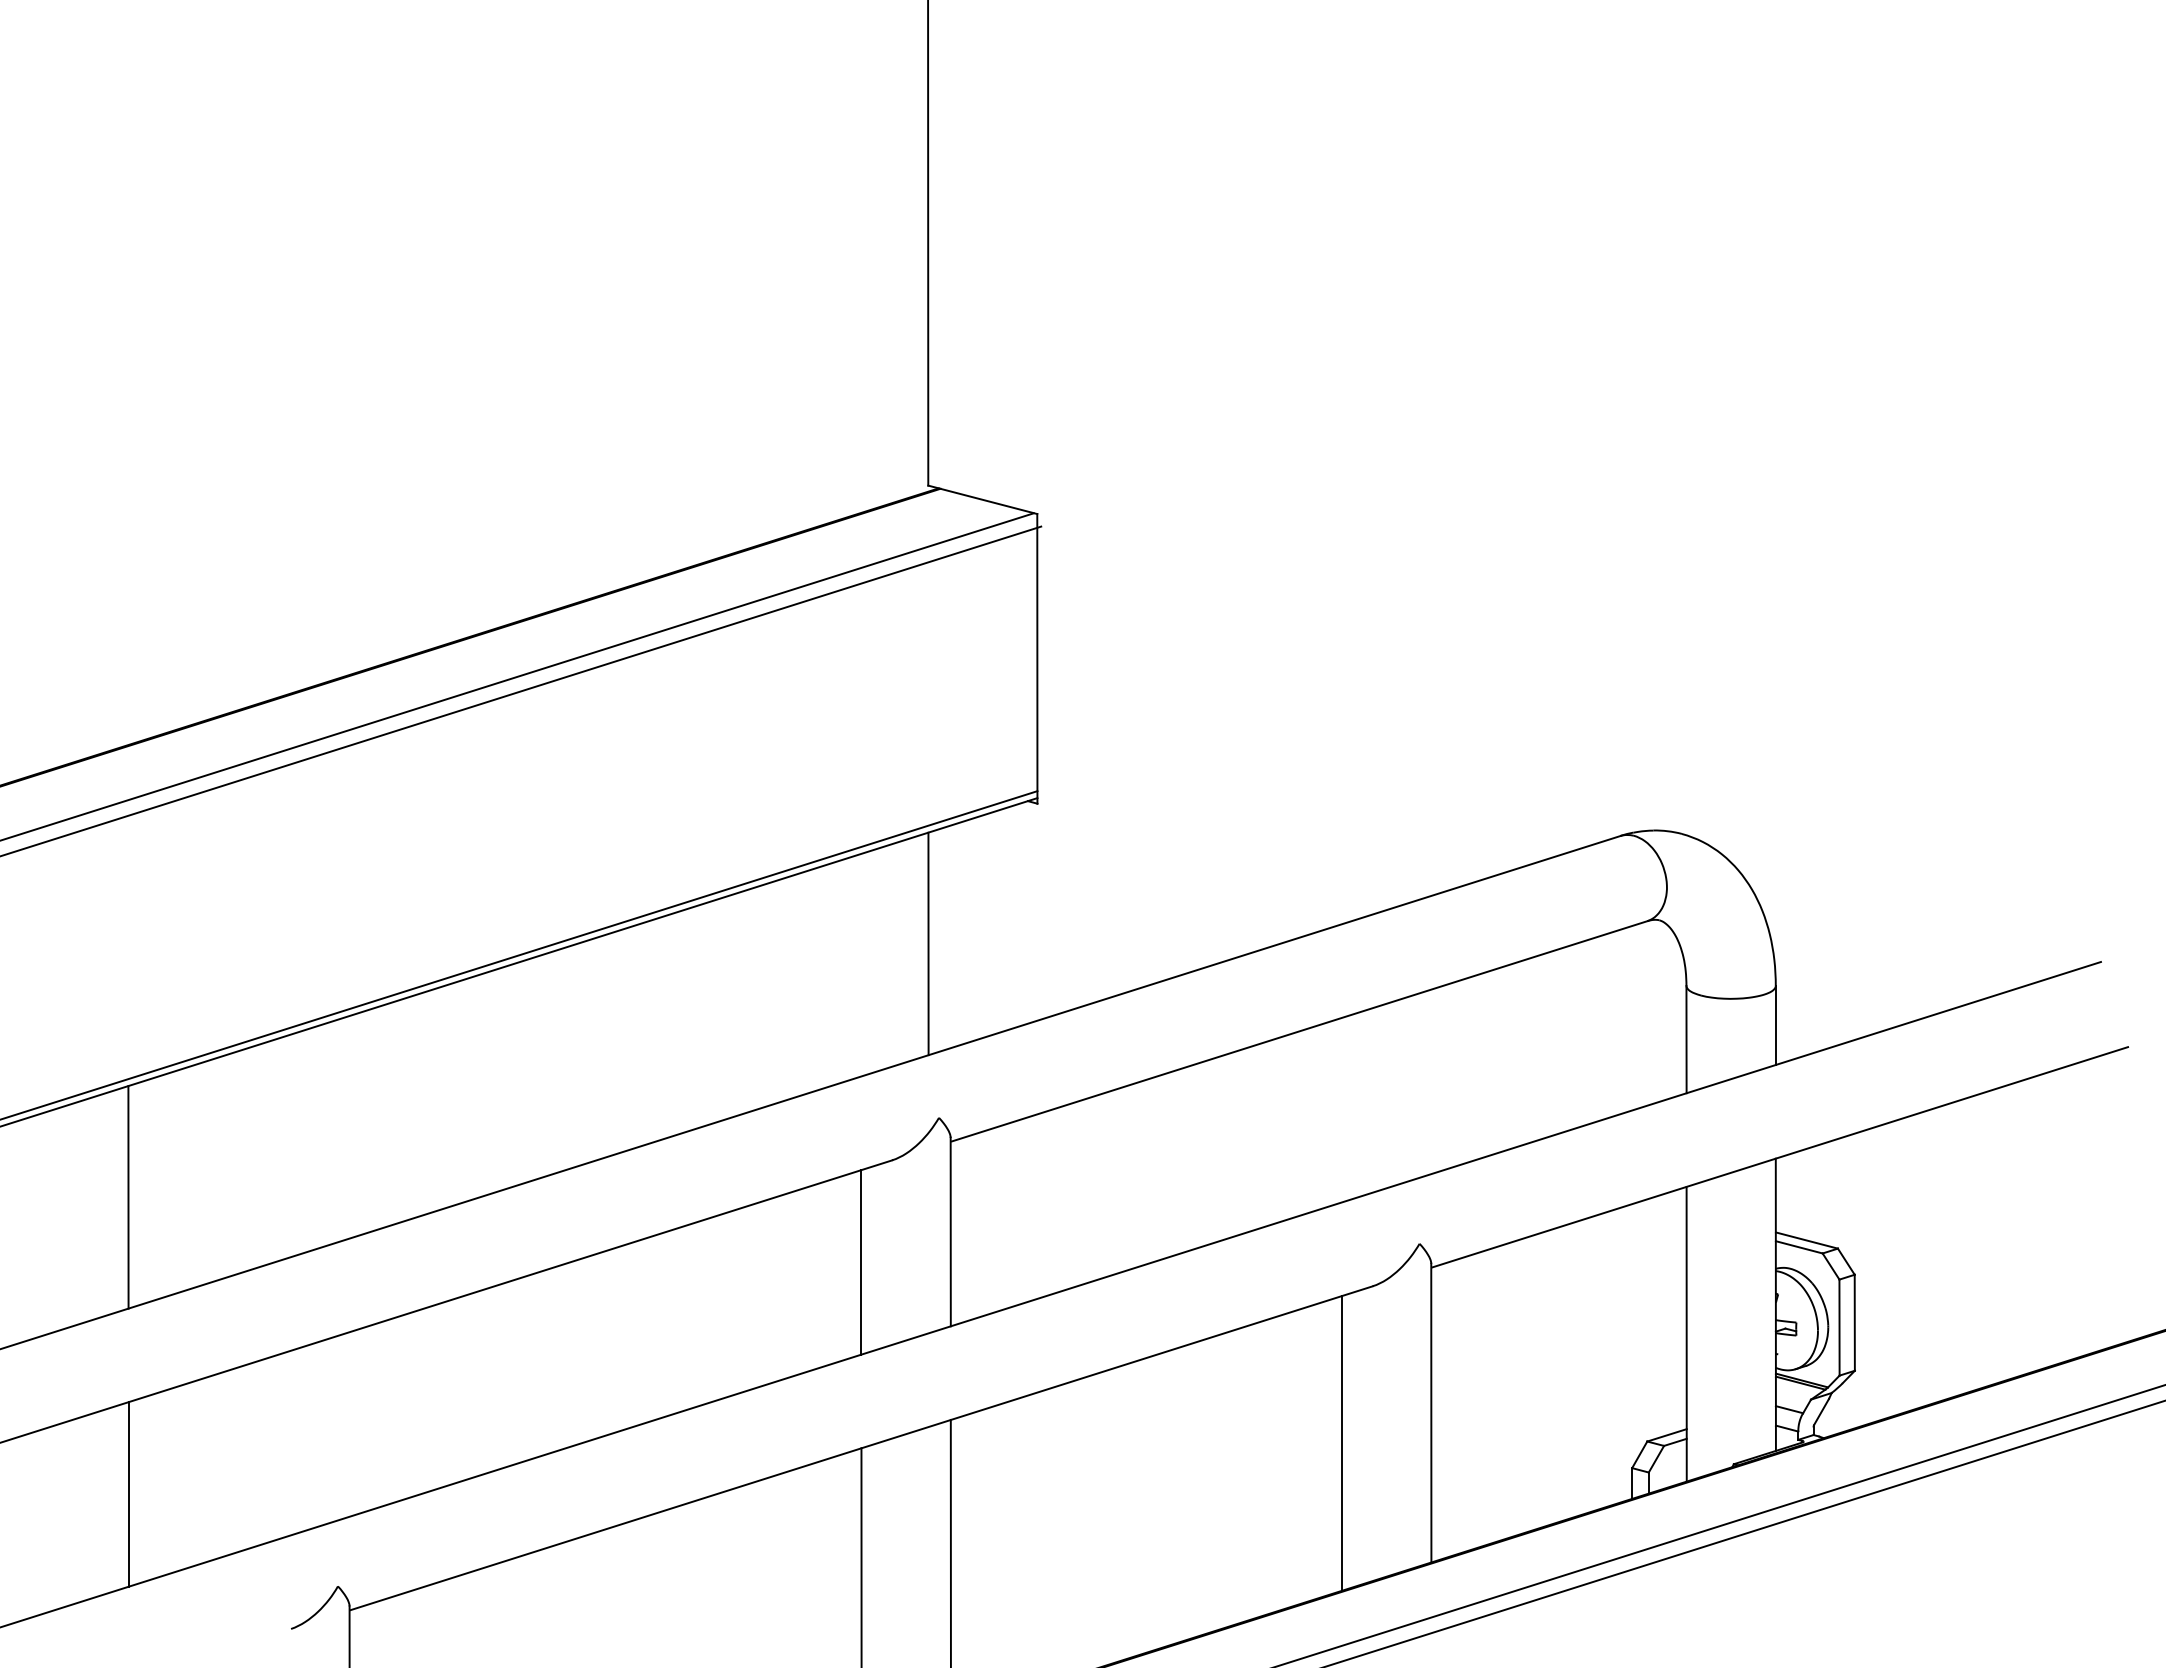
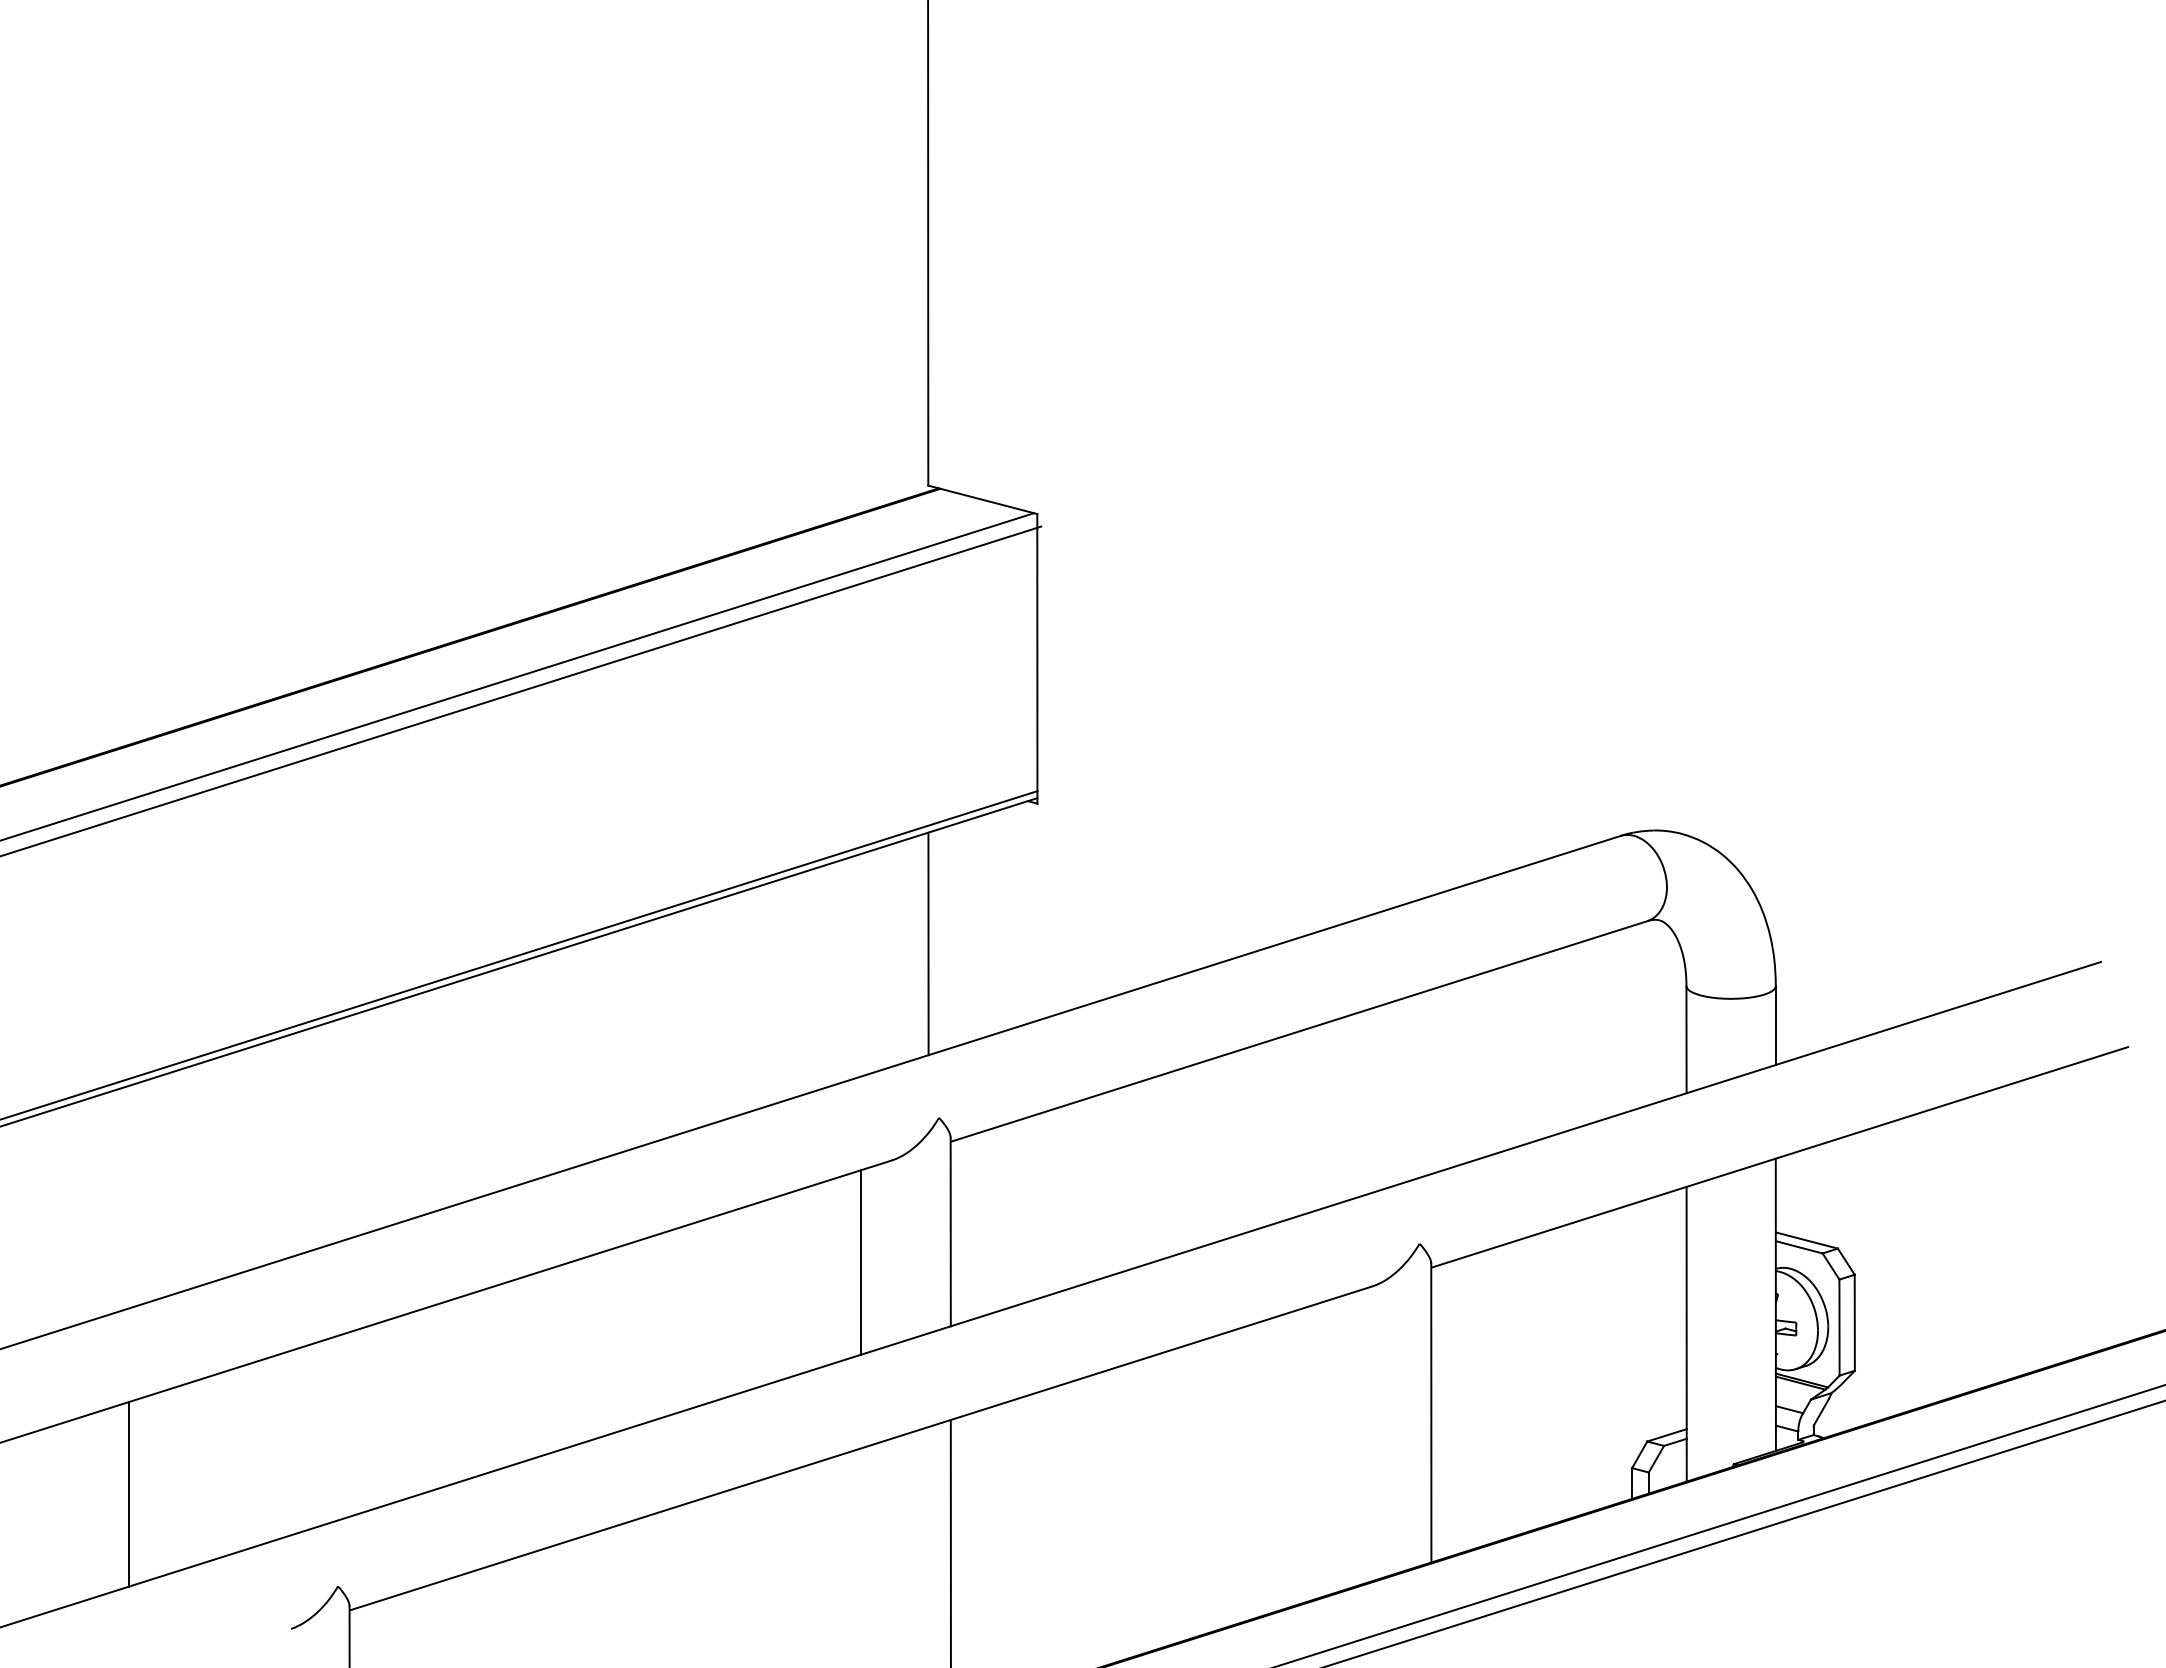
line at (128, 1197): present -> none
line at (1342, 1443): present -> none
line at (861, 1556): present -> none
